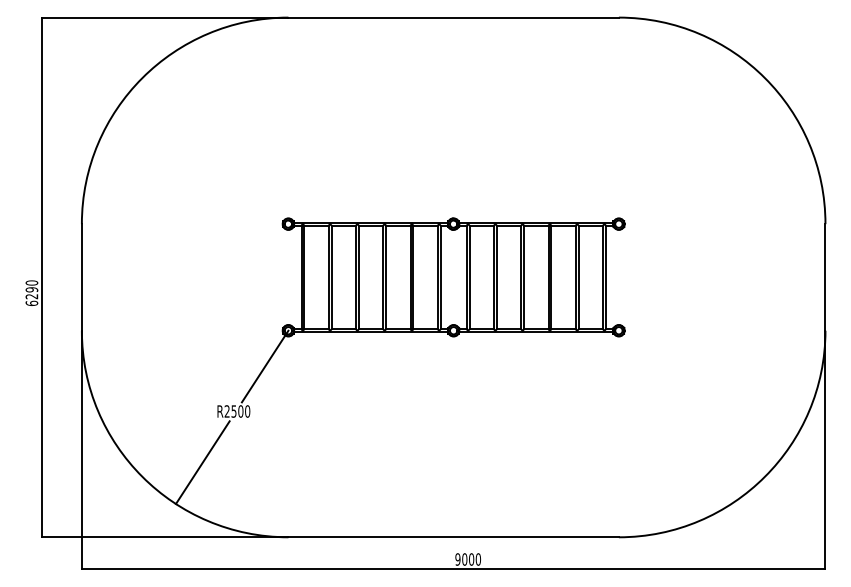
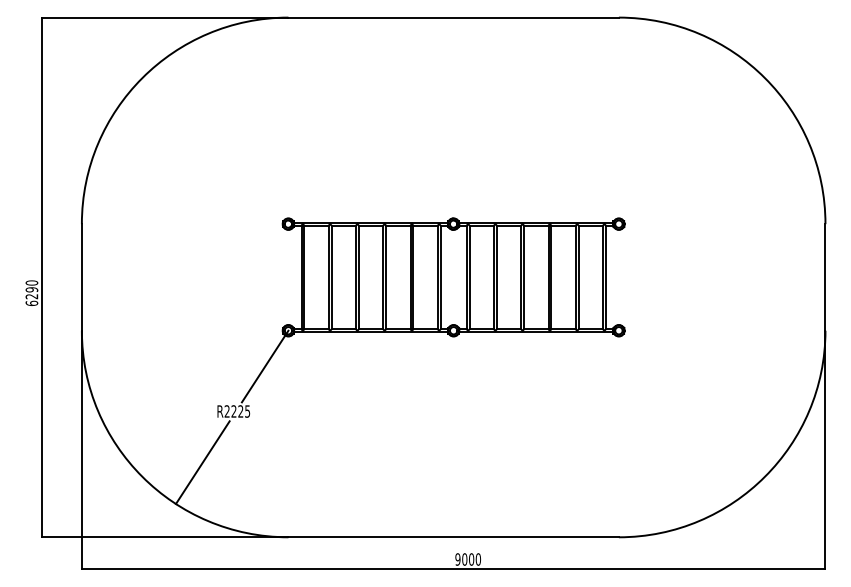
text at (240, 411): R2500 -> R2225
